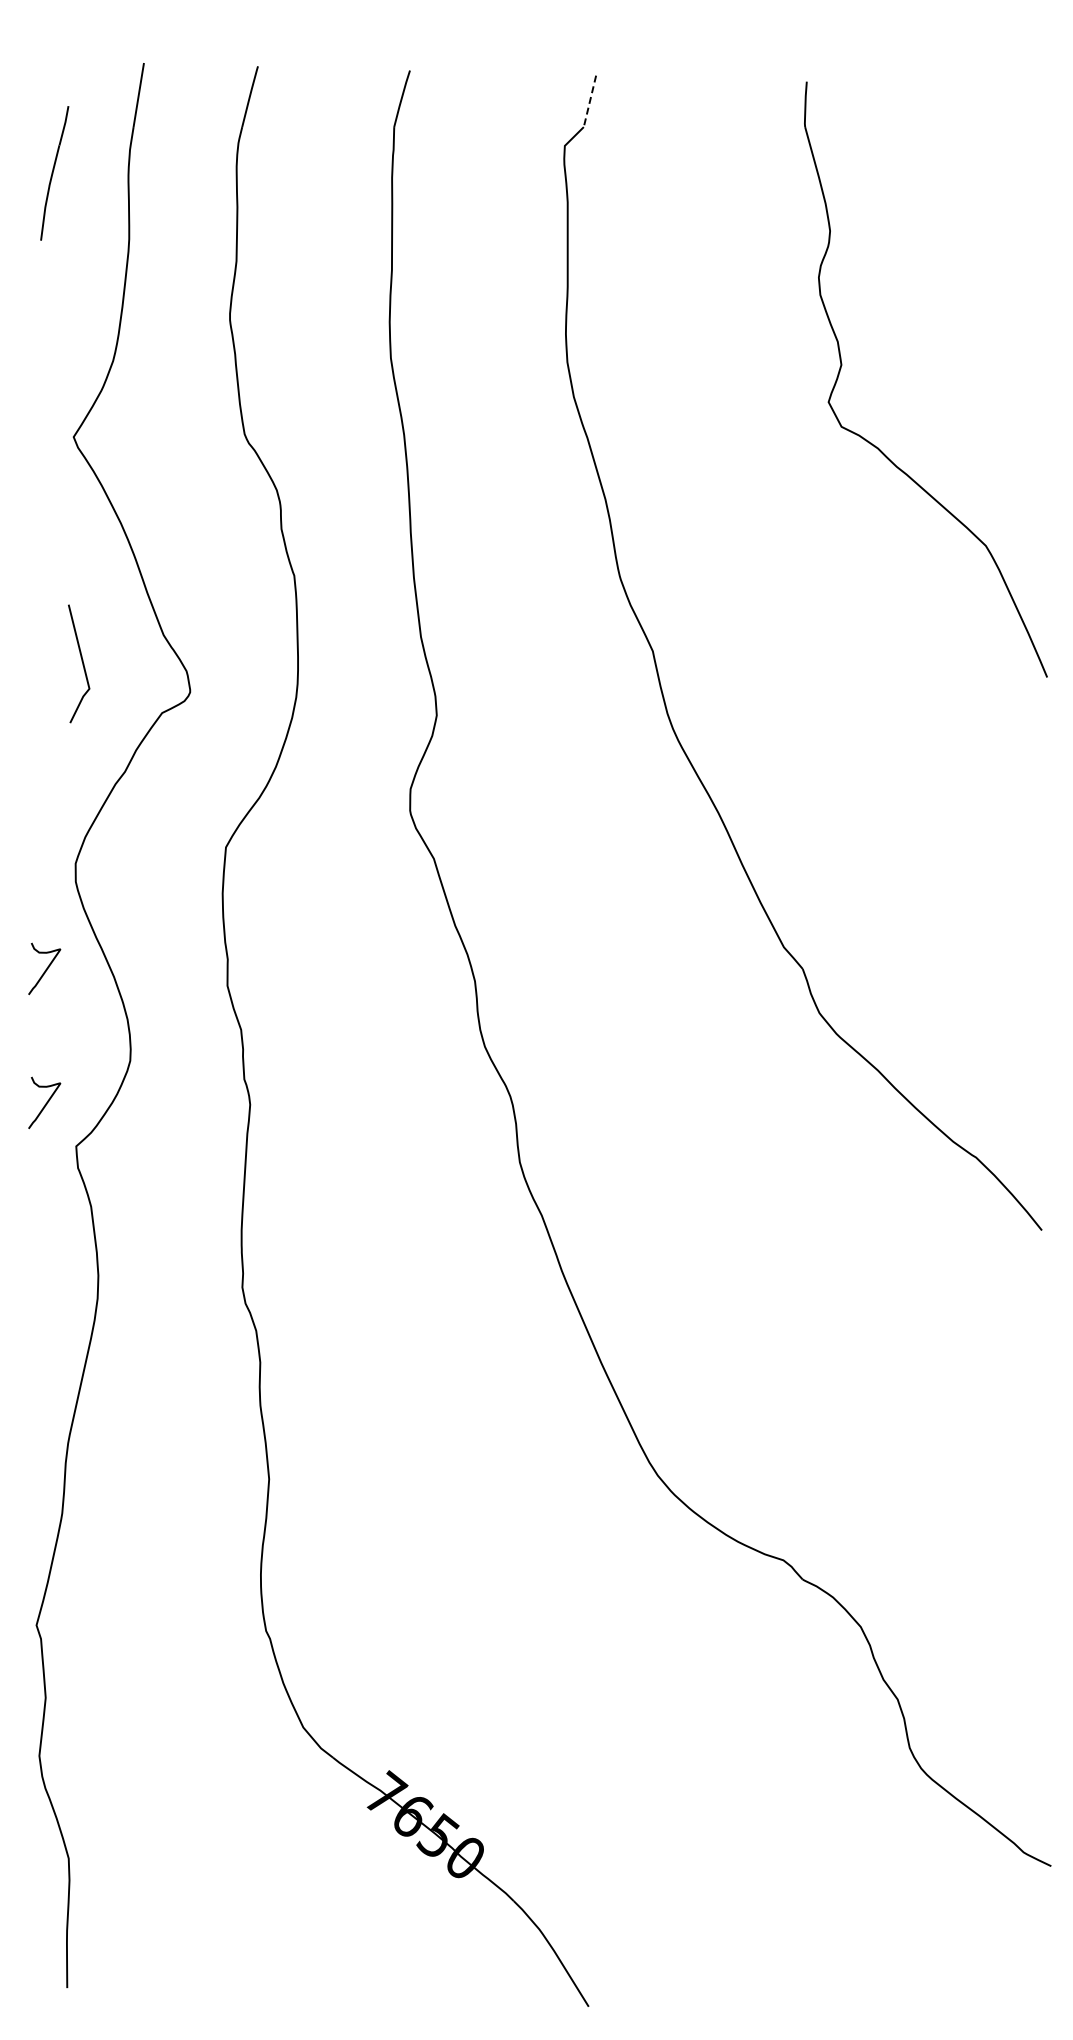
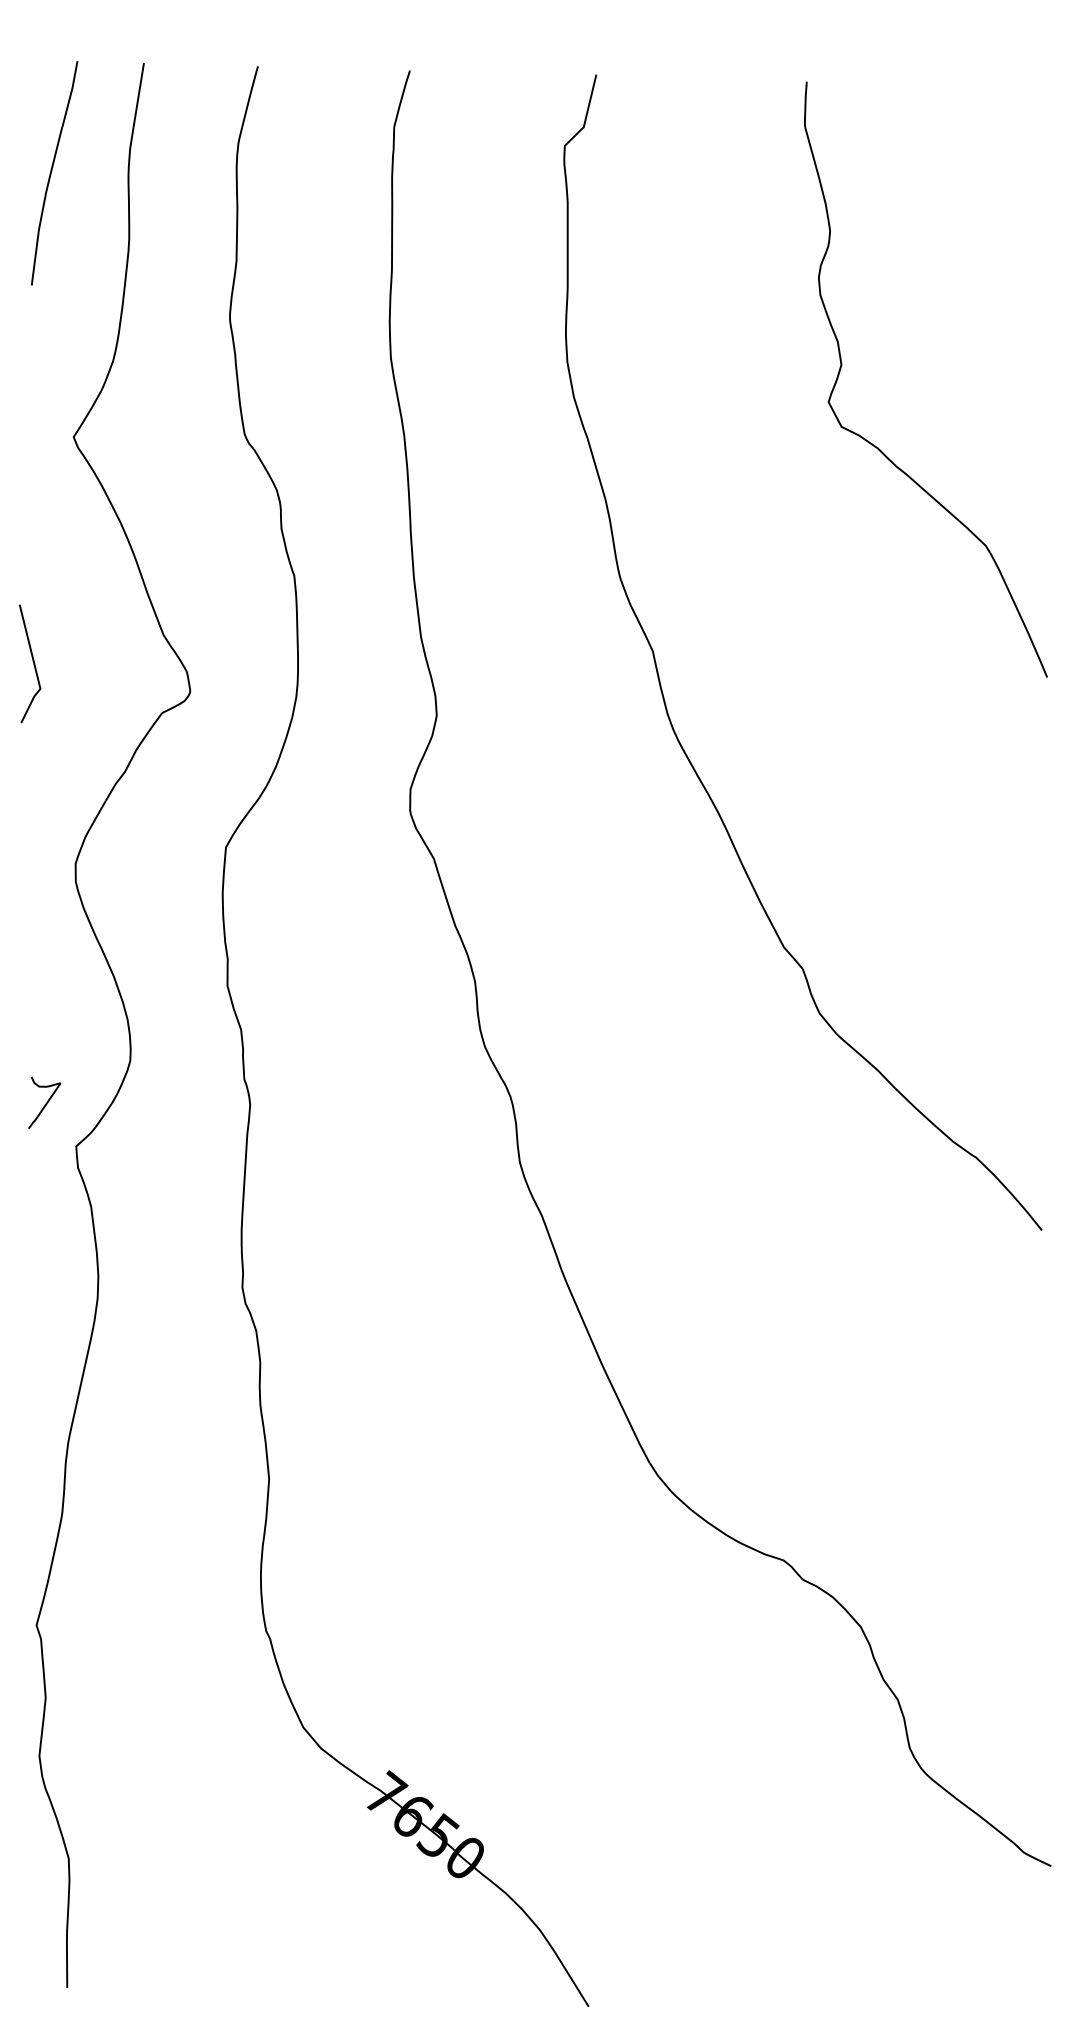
line at (589, 101): dashed -> solid
part at (54, 173) size: 30x135 px -> 48x225 px
line at (81, 661) position: (81, 661) -> (32, 661)
curve at (45, 969): present -> none
